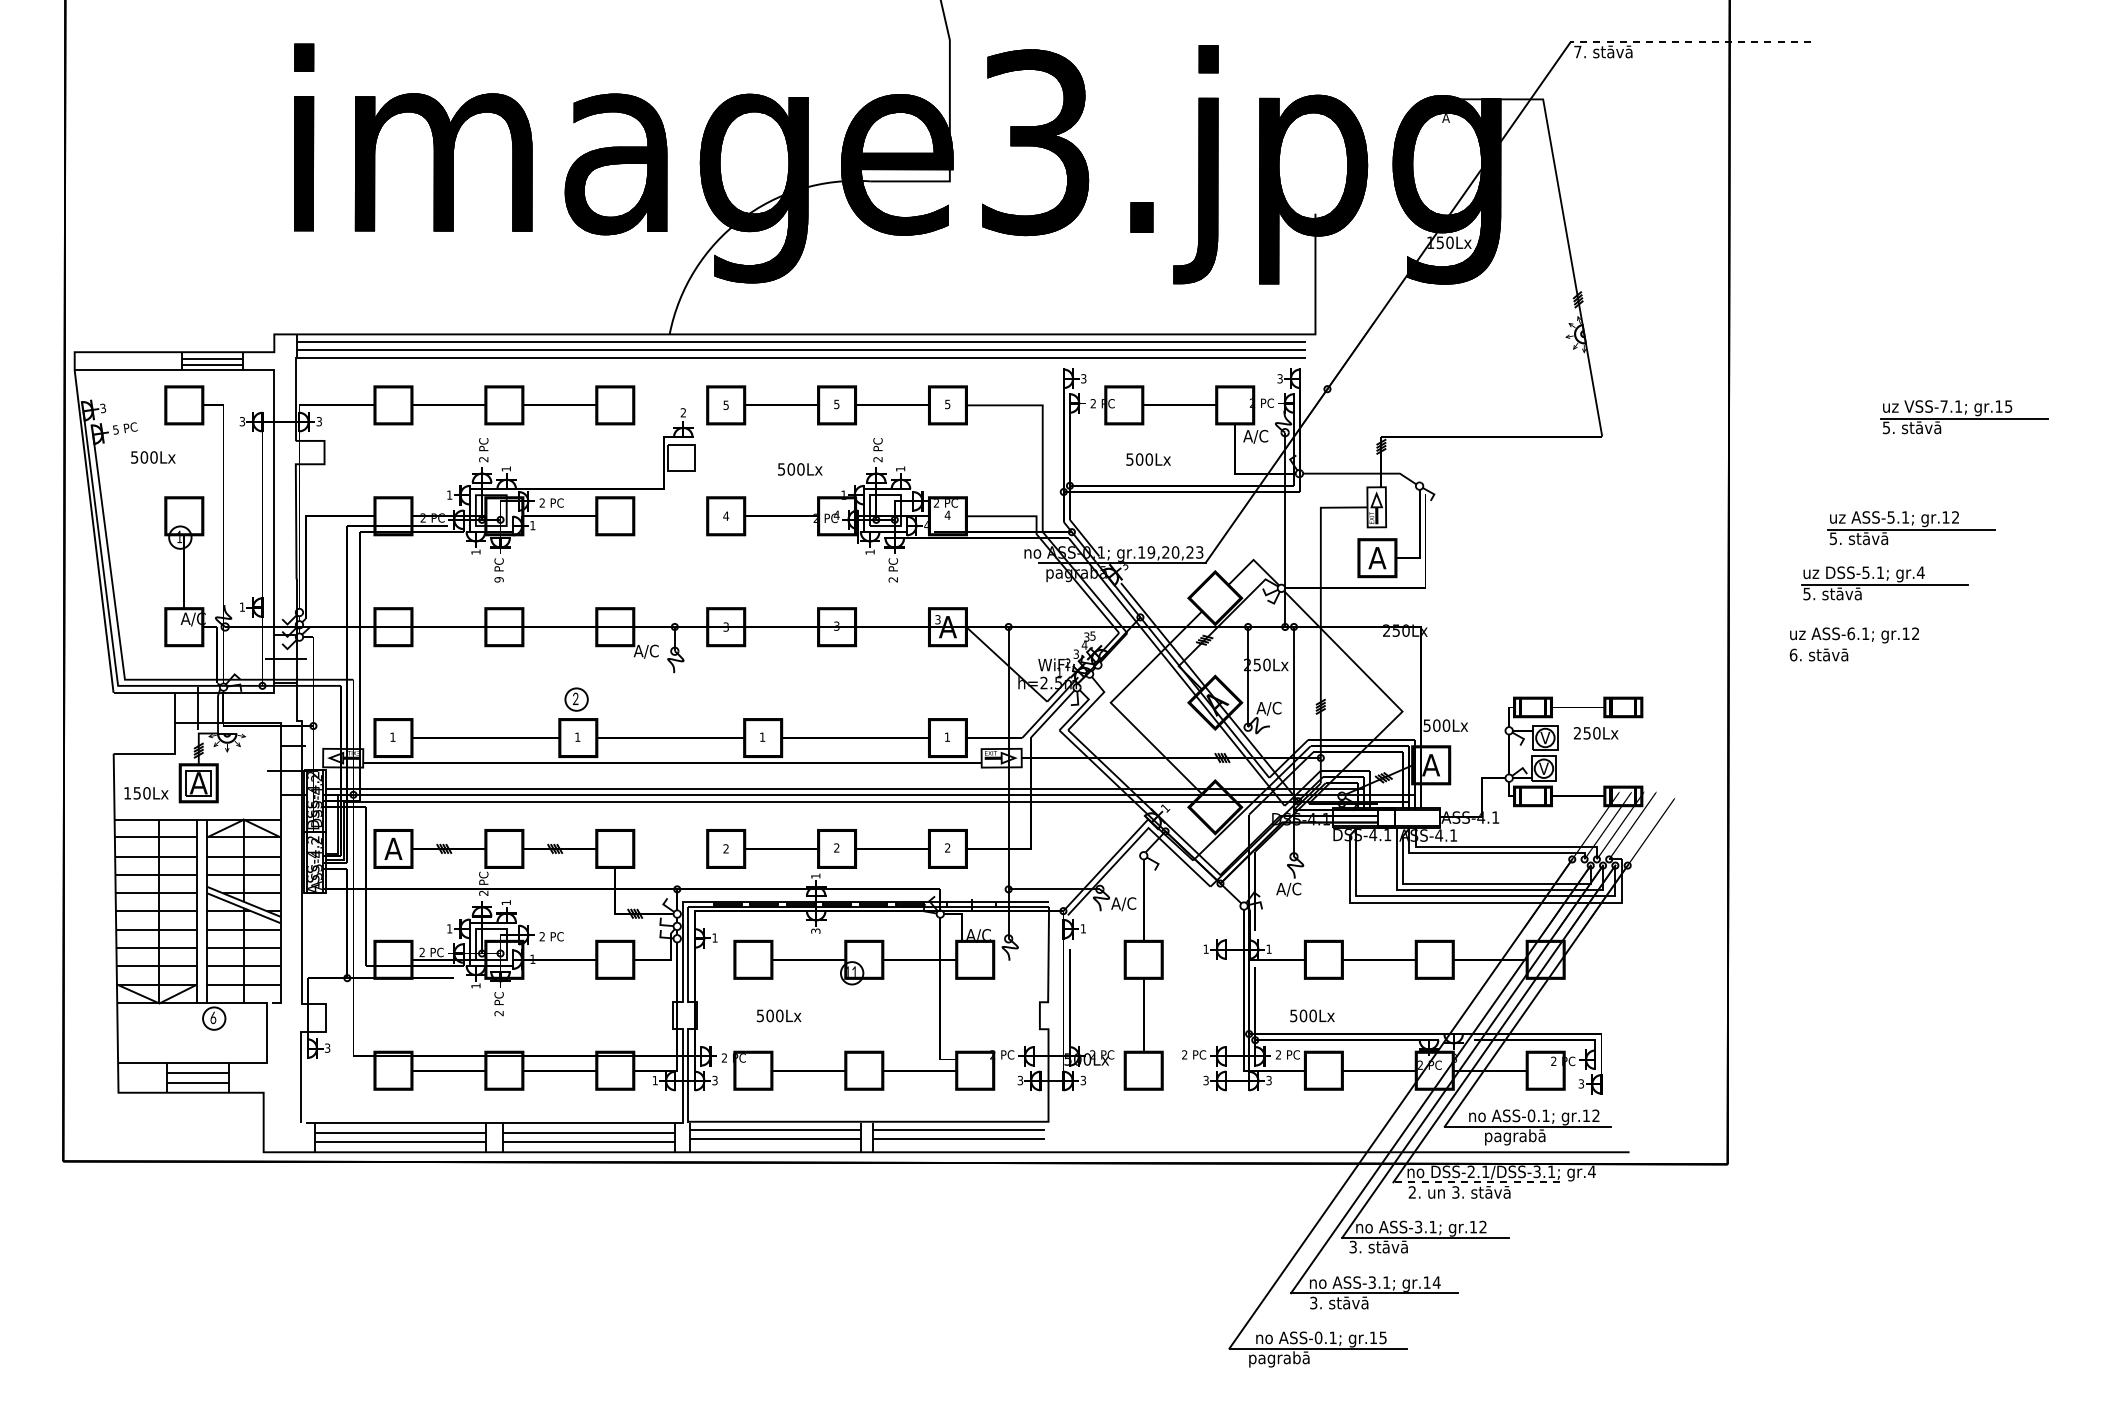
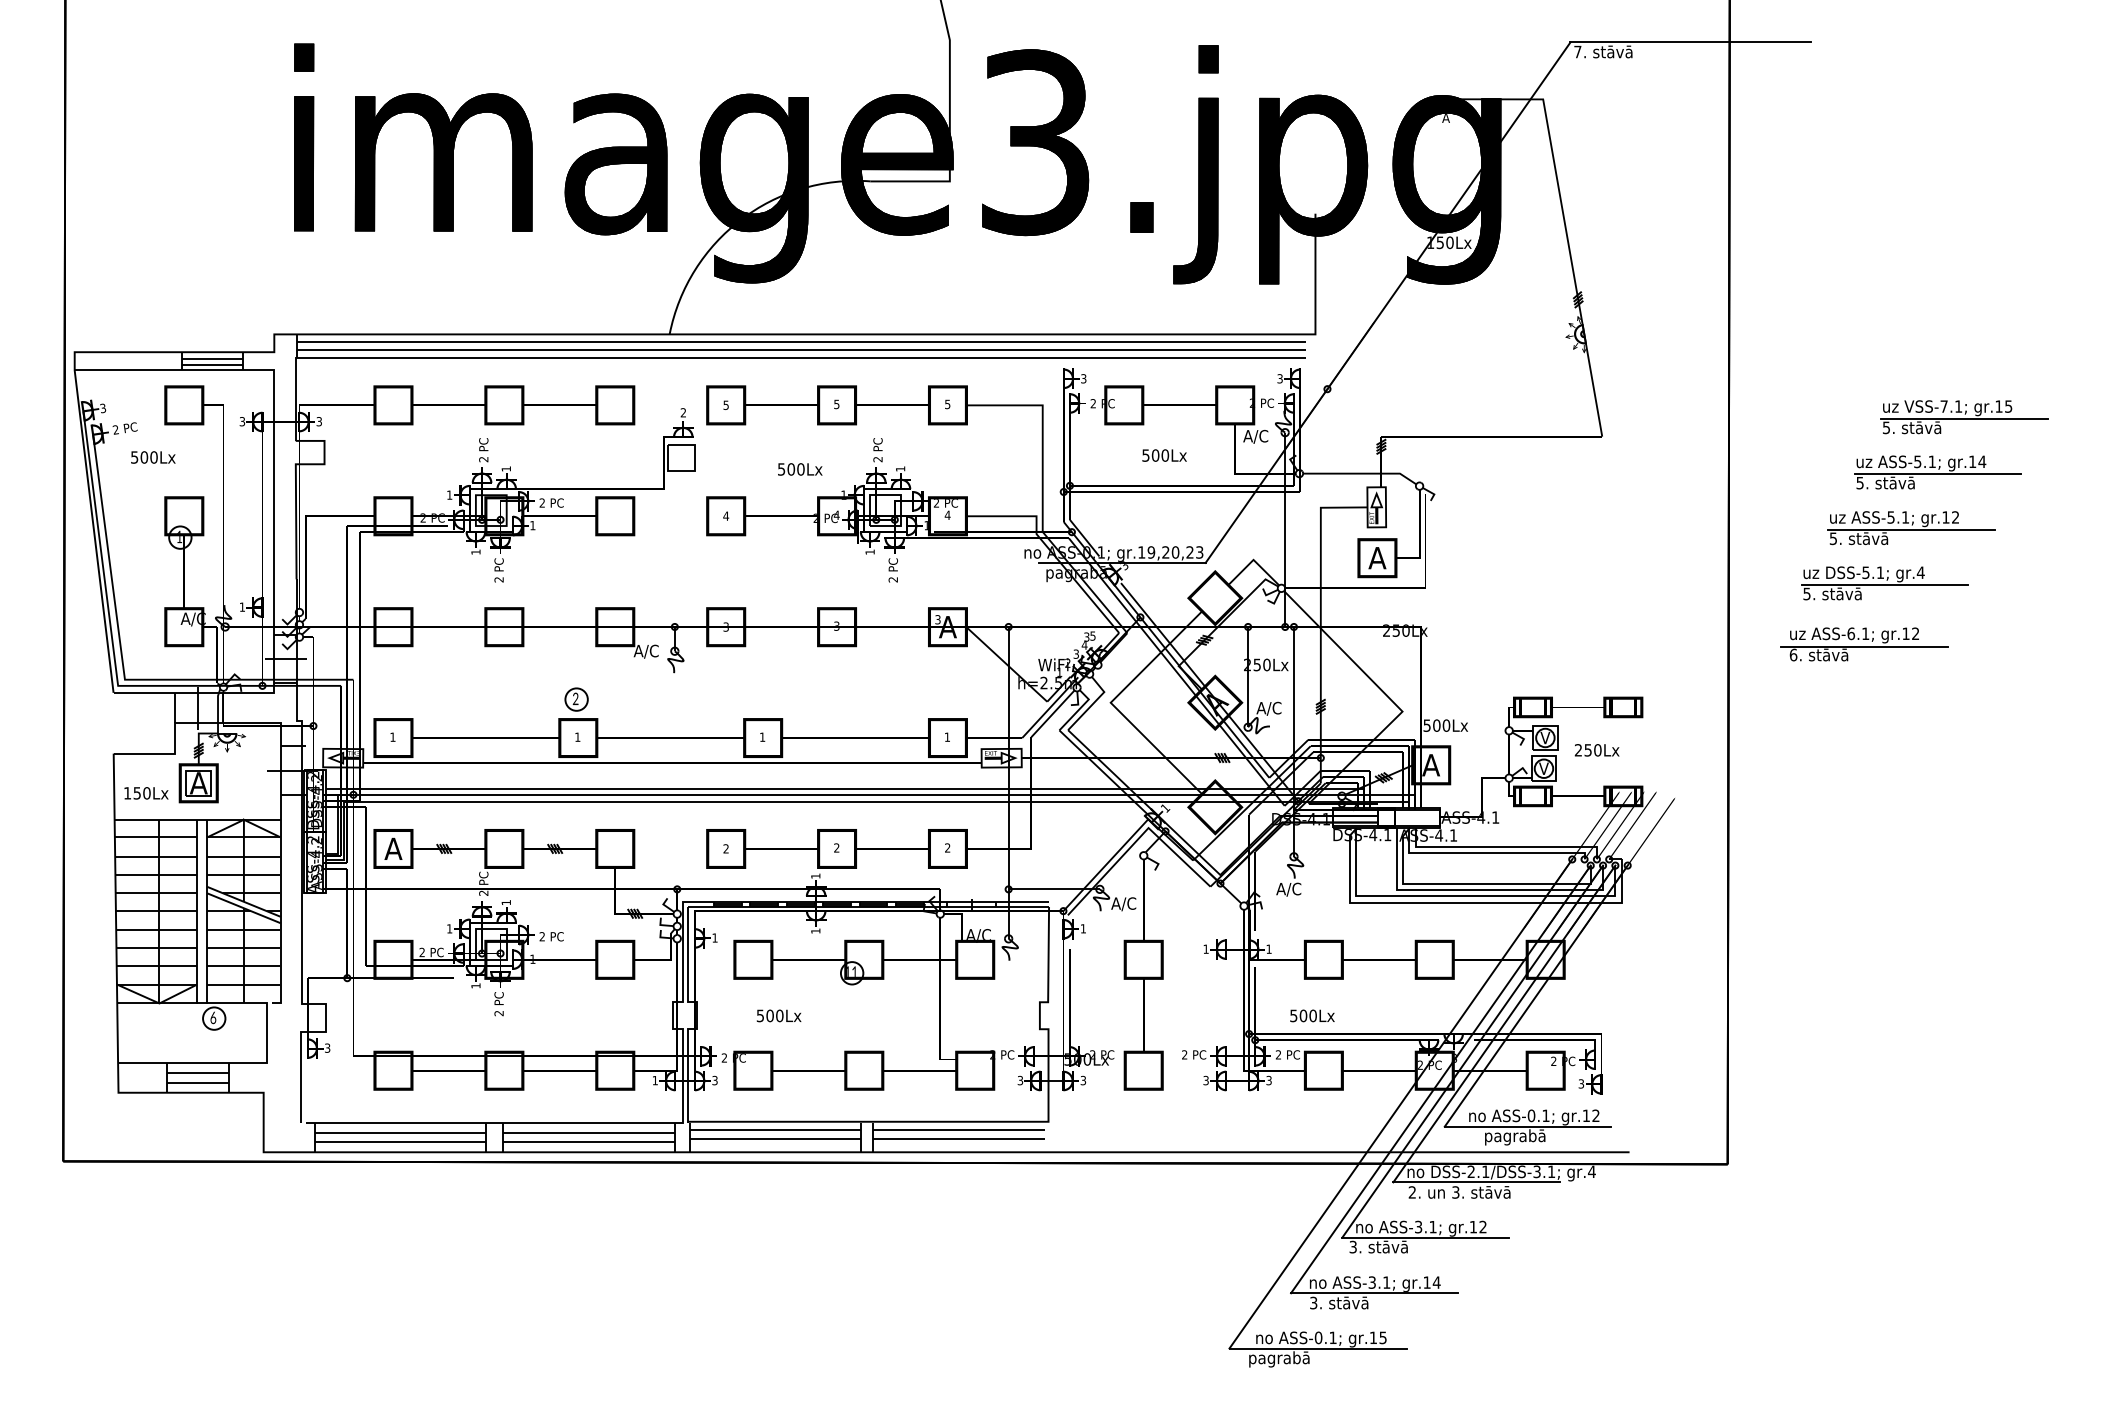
line at (1690, 42): dashed -> solid
text at (115, 429): 5 -> 2
text at (1148, 459) position: (1148, 459) -> (1164, 455)
part at (1937, 472): none -> present
text at (925, 525): 4 -> 1
text at (498, 579): 9 -> 2
line at (1863, 646): none -> present
text at (1595, 733) position: (1595, 733) -> (1596, 750)
text at (815, 930): 3 -> 1
line at (1476, 1182): dashed -> solid
